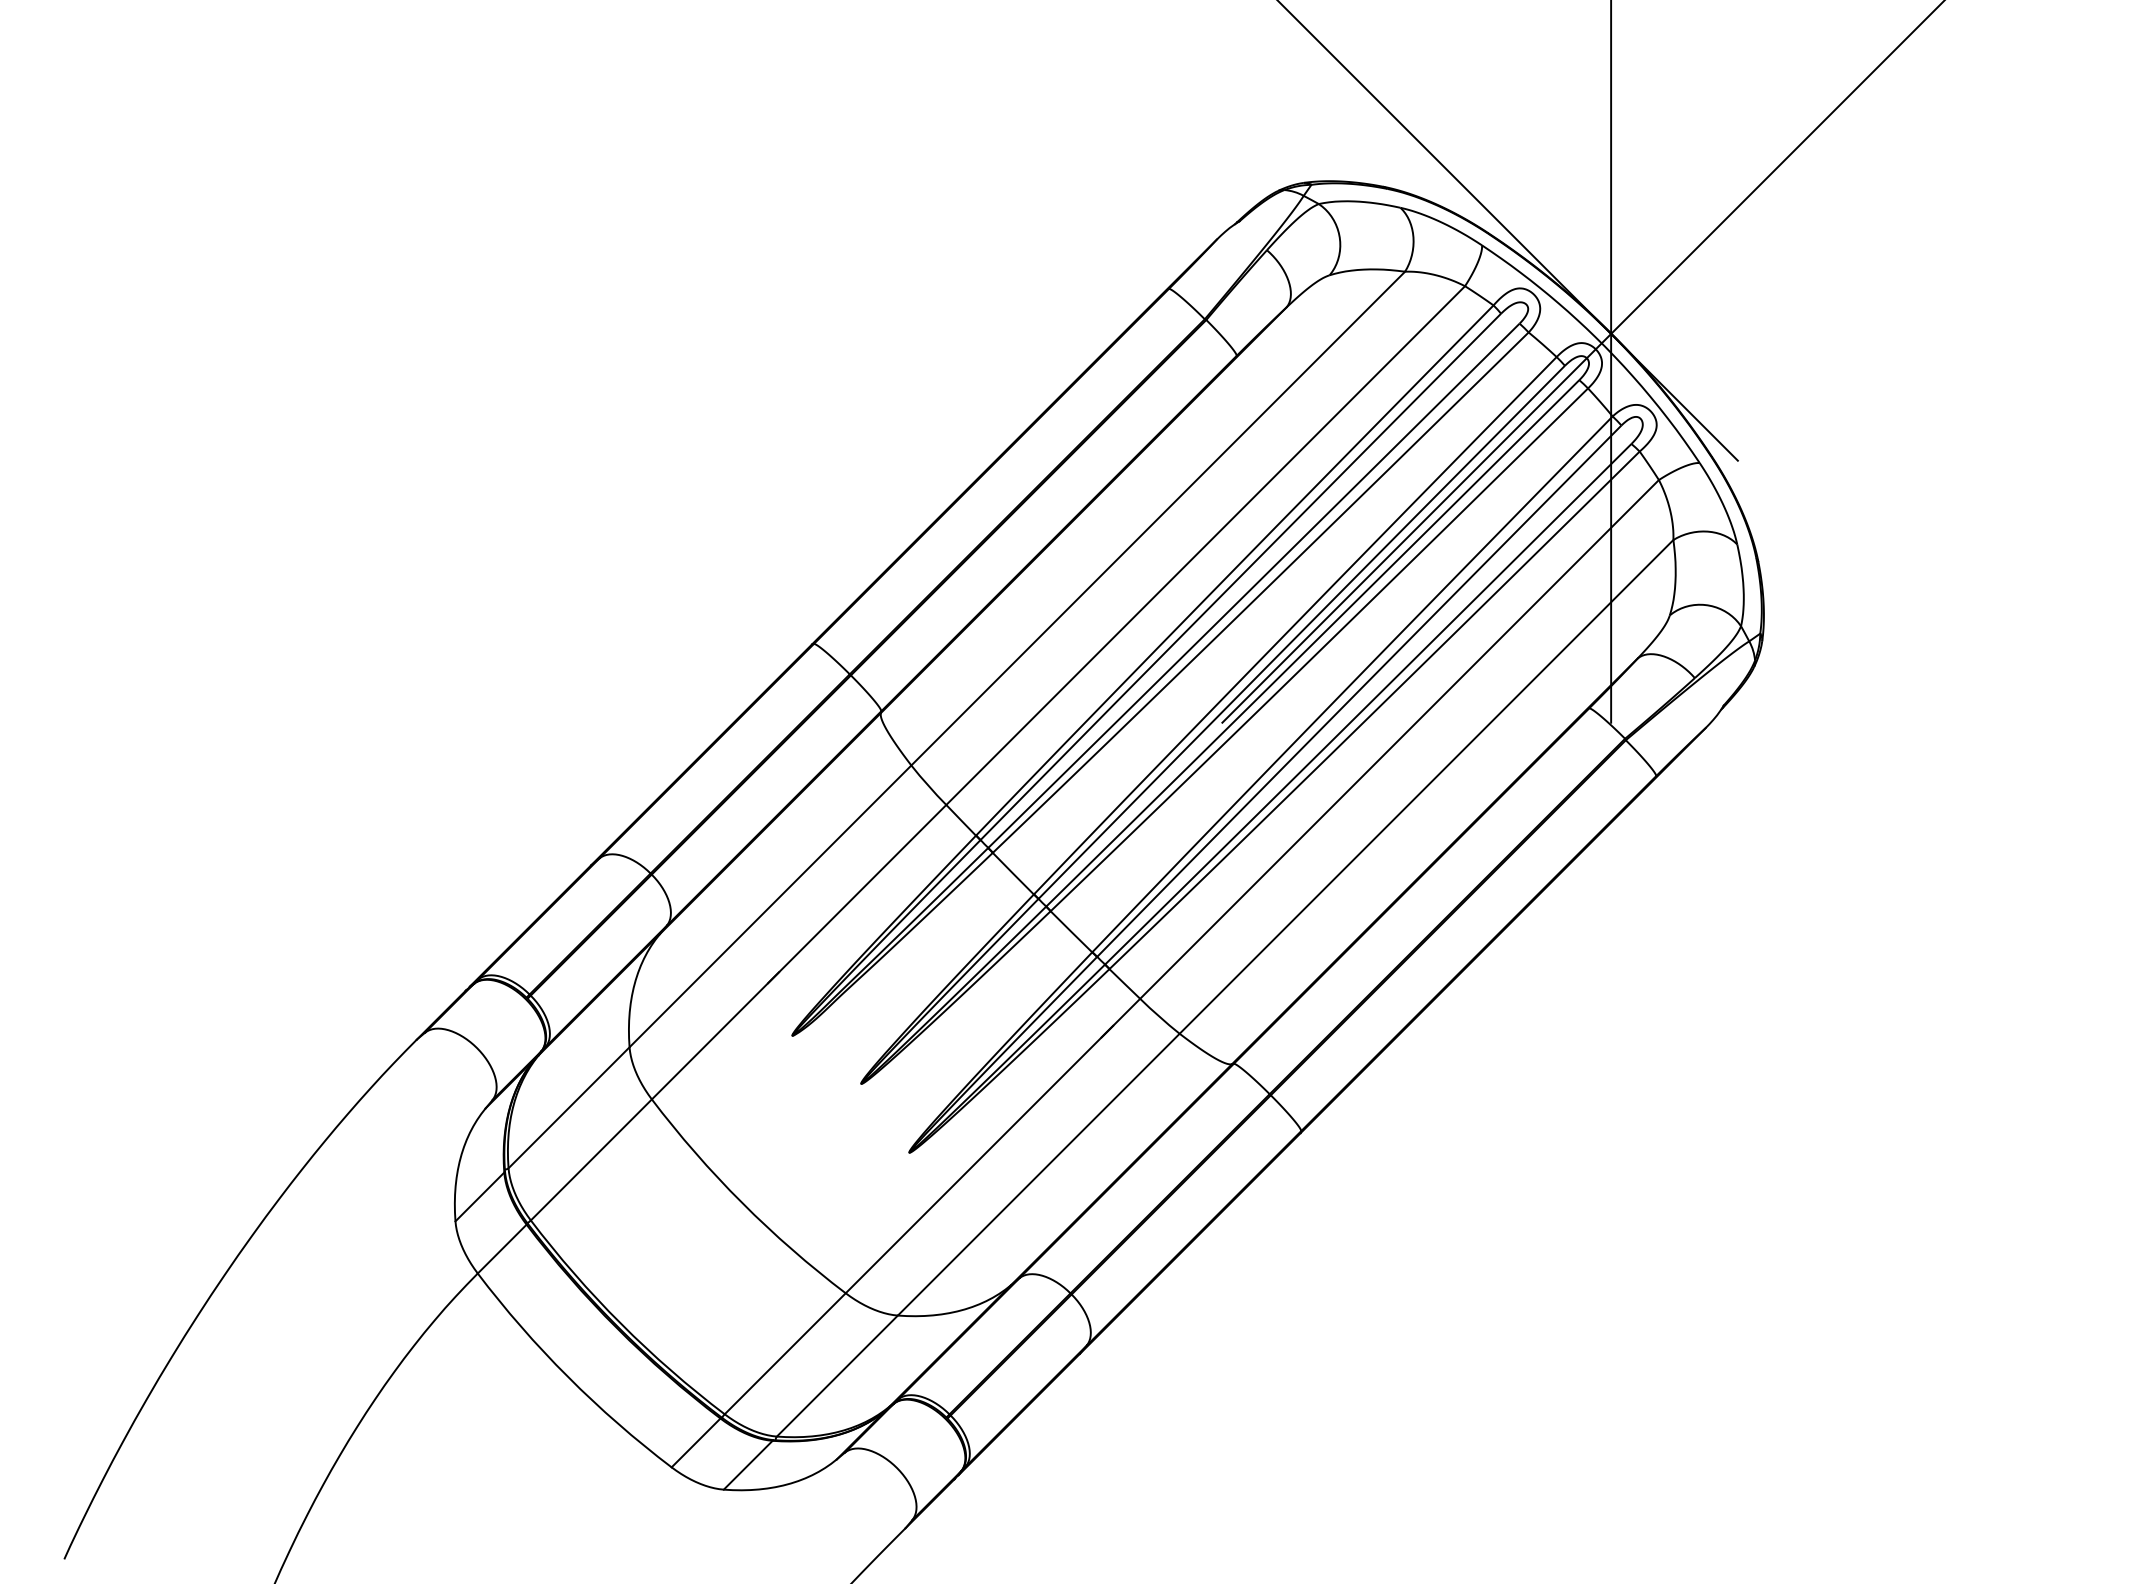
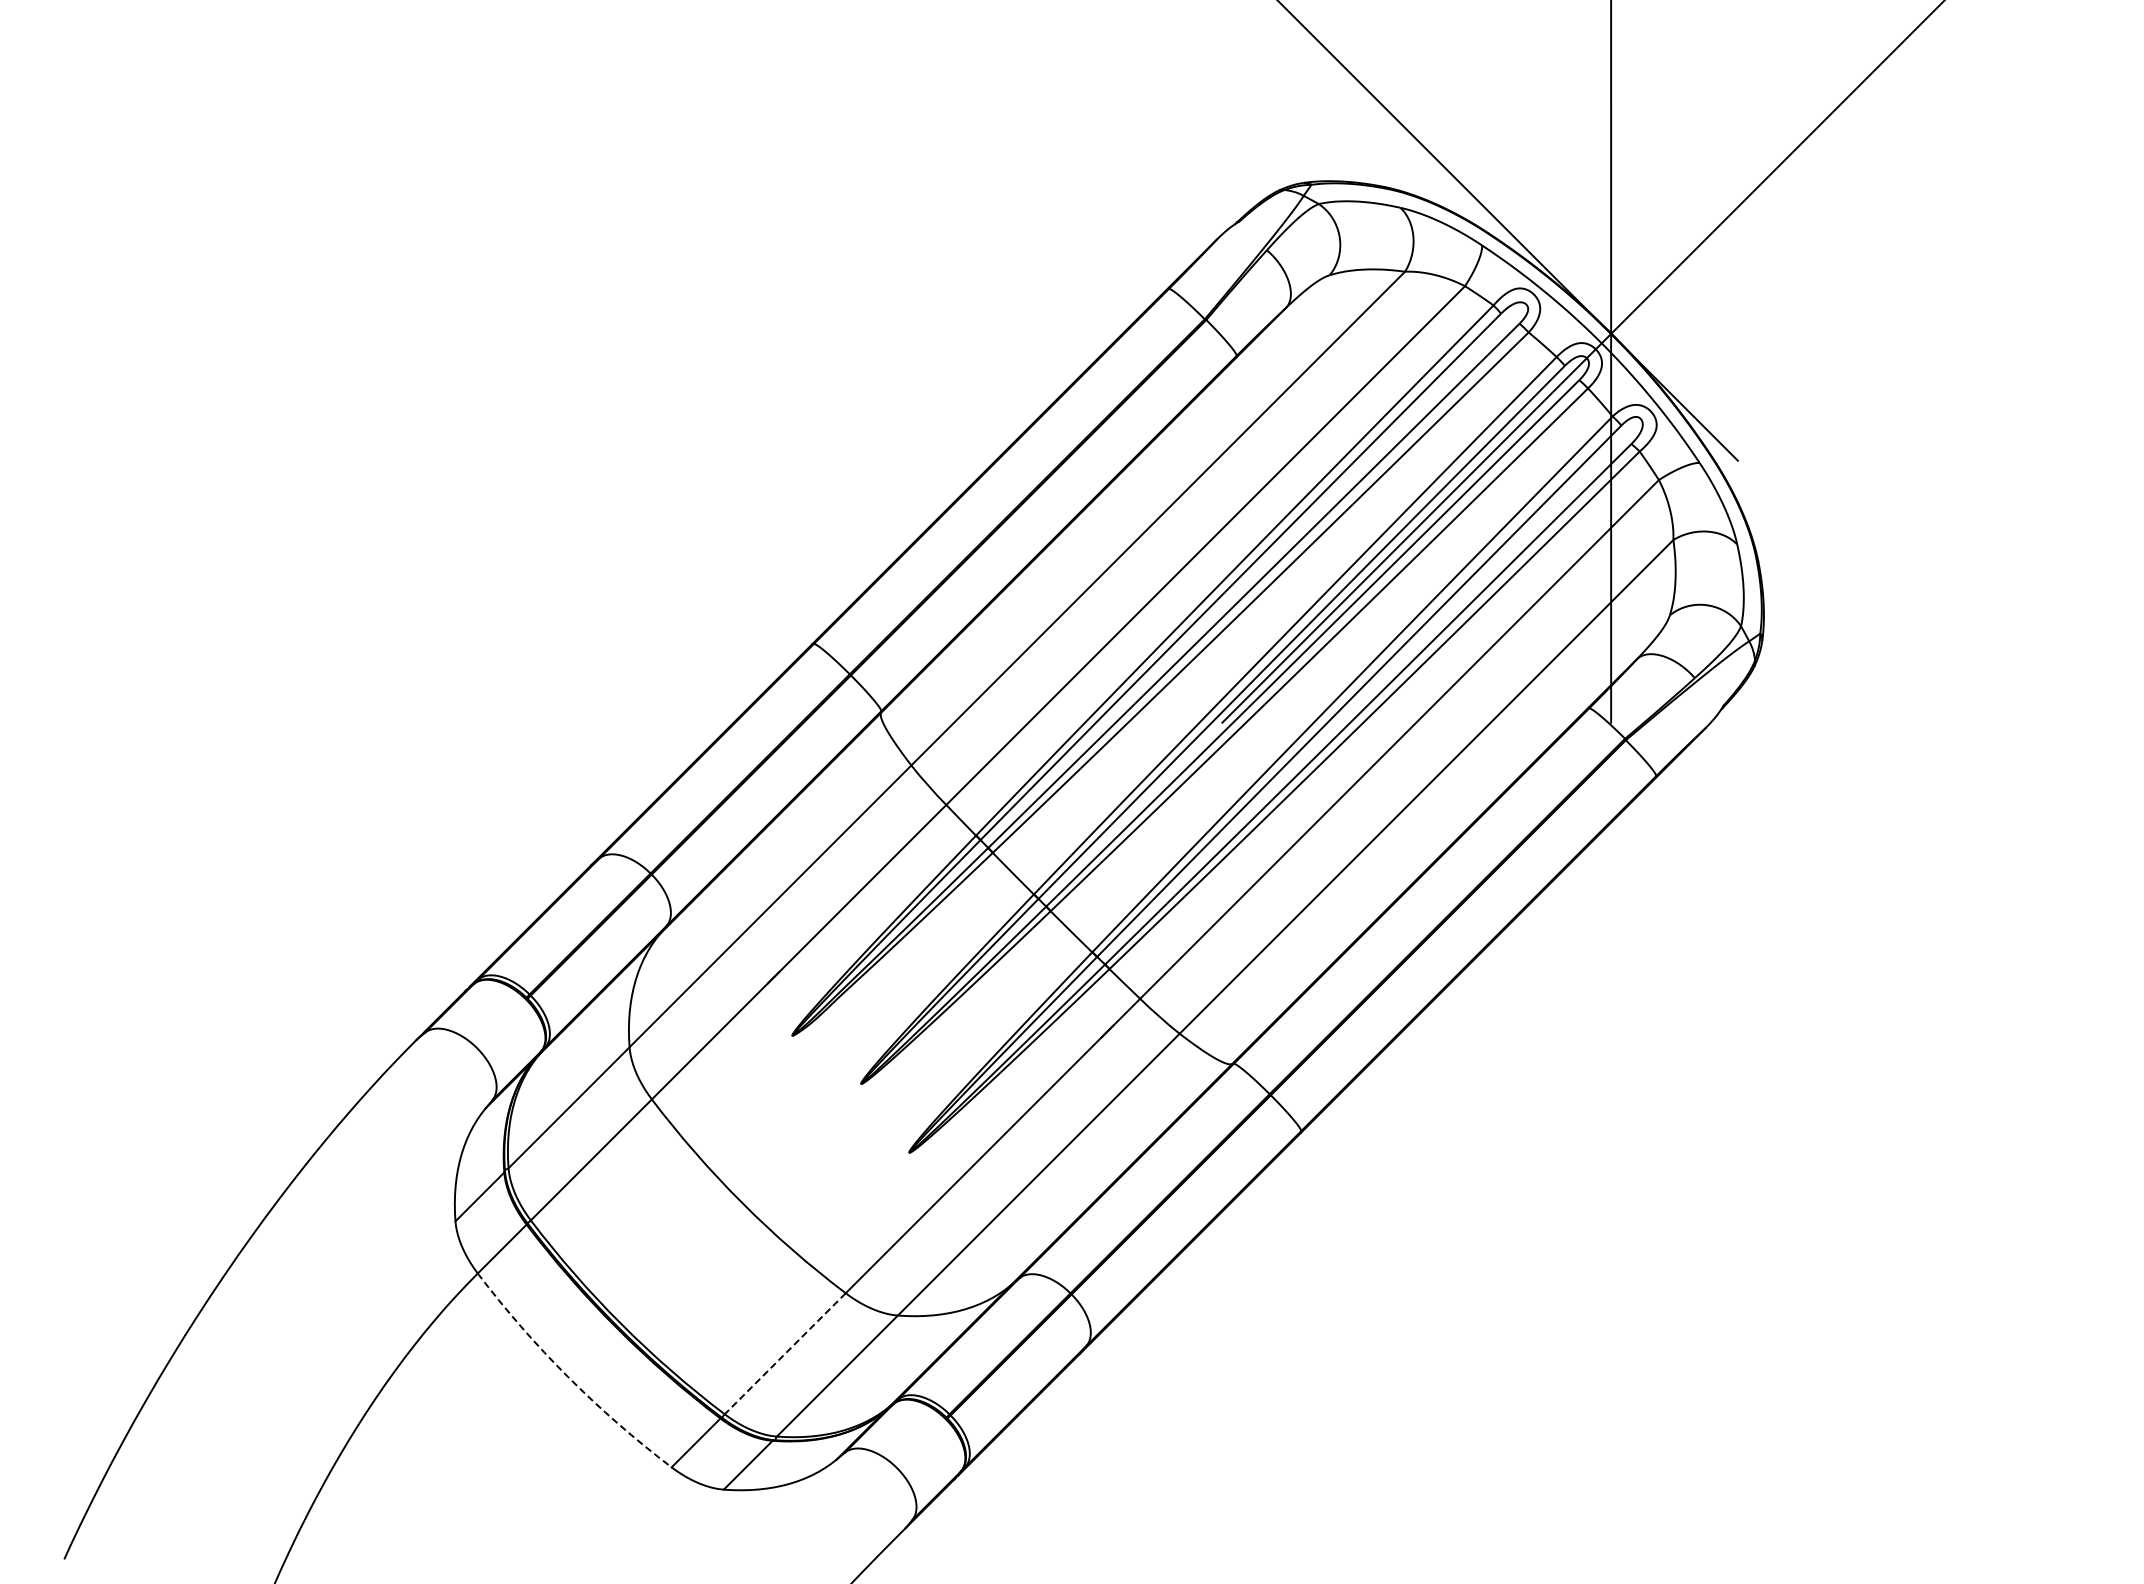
line at (785, 1353): solid -> dashed
arc at (568, 1377): solid -> dashed
